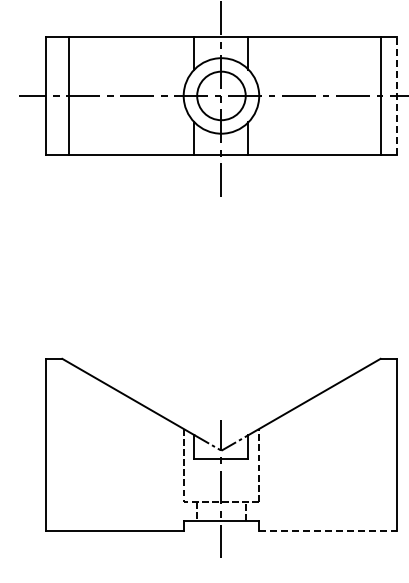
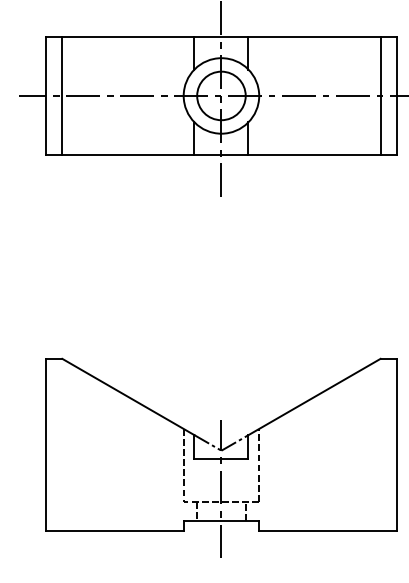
line at (69, 95) position: (69, 95) -> (62, 95)
line at (396, 95): dashed -> solid
line at (327, 531): dashed -> solid
